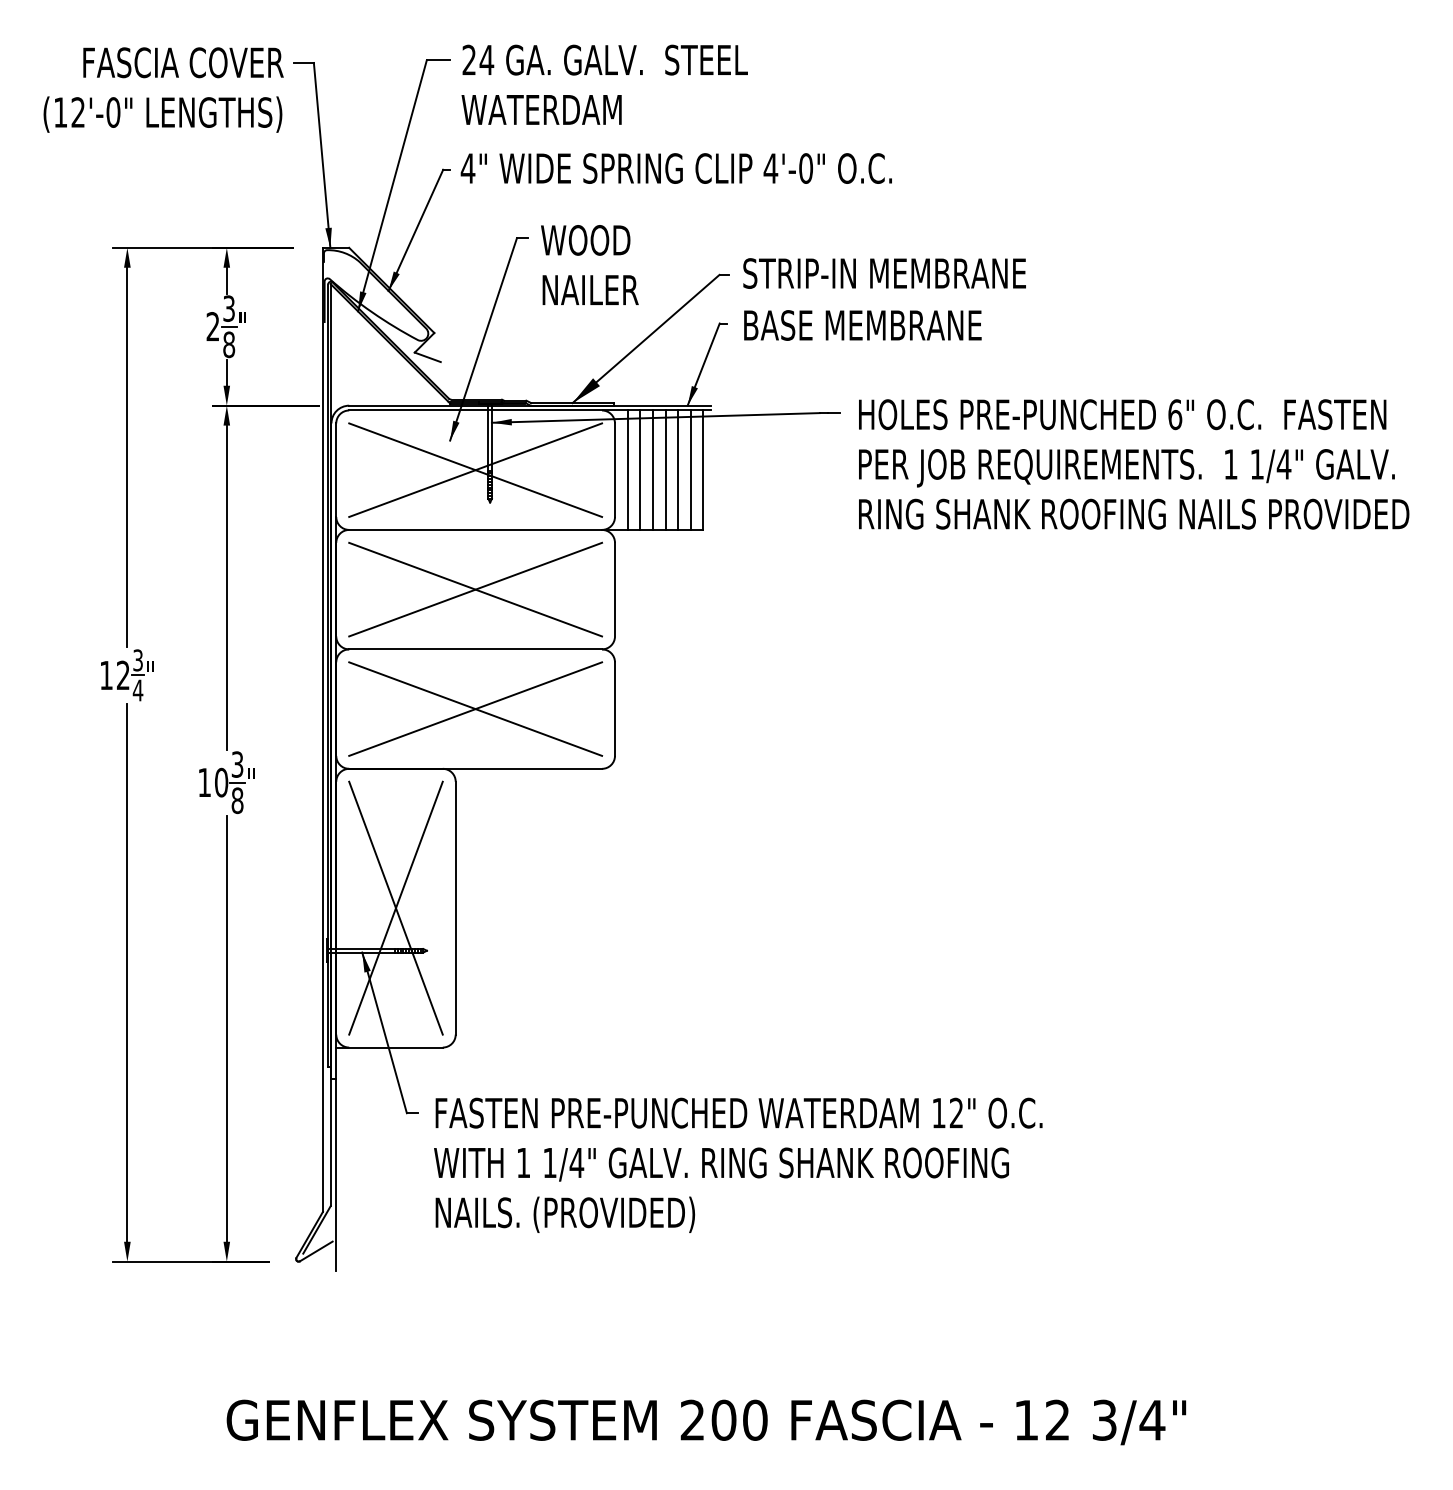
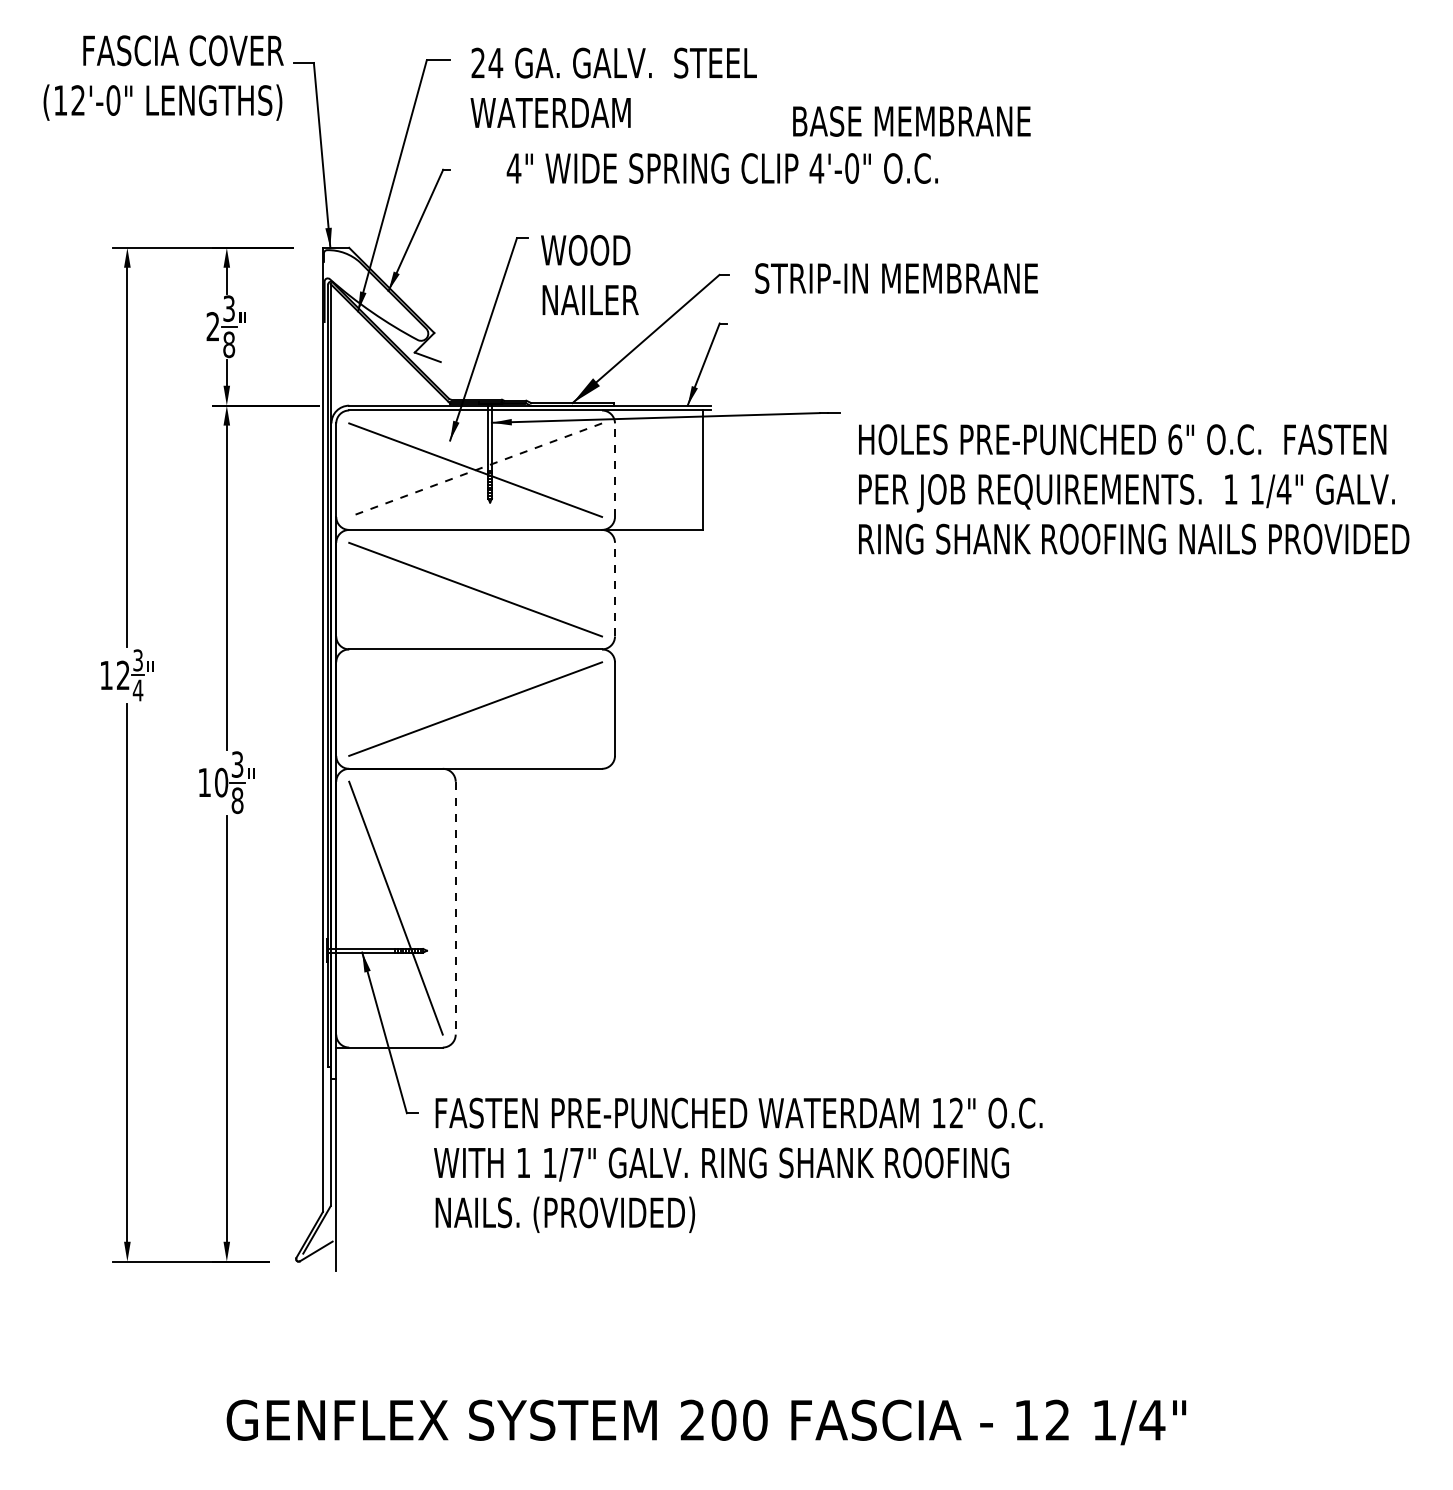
text at (604, 84) position: (604, 84) -> (613, 87)
text at (163, 89) position: (163, 89) -> (163, 77)
text at (675, 168) position: (675, 168) -> (721, 168)
text at (589, 264) position: (589, 264) -> (589, 274)
text at (884, 273) position: (884, 273) -> (896, 278)
text at (862, 325) position: (862, 325) -> (911, 121)
text at (1134, 464) position: (1134, 464) -> (1134, 489)
line at (627, 469): present -> none
line at (640, 469): present -> none
line at (652, 469): present -> none
line at (665, 469): present -> none
line at (678, 469): present -> none
line at (690, 469): present -> none
line at (475, 470): solid -> dashed
line at (615, 470): solid -> dashed
line at (475, 589): present -> none
line at (615, 589): solid -> dashed
line at (475, 708): present -> none
line at (395, 907): present -> none
line at (455, 908): solid -> dashed
text at (576, 1162): 1/4" -> 1/7"
text at (1104, 1419): 3/4" -> 1/4"
